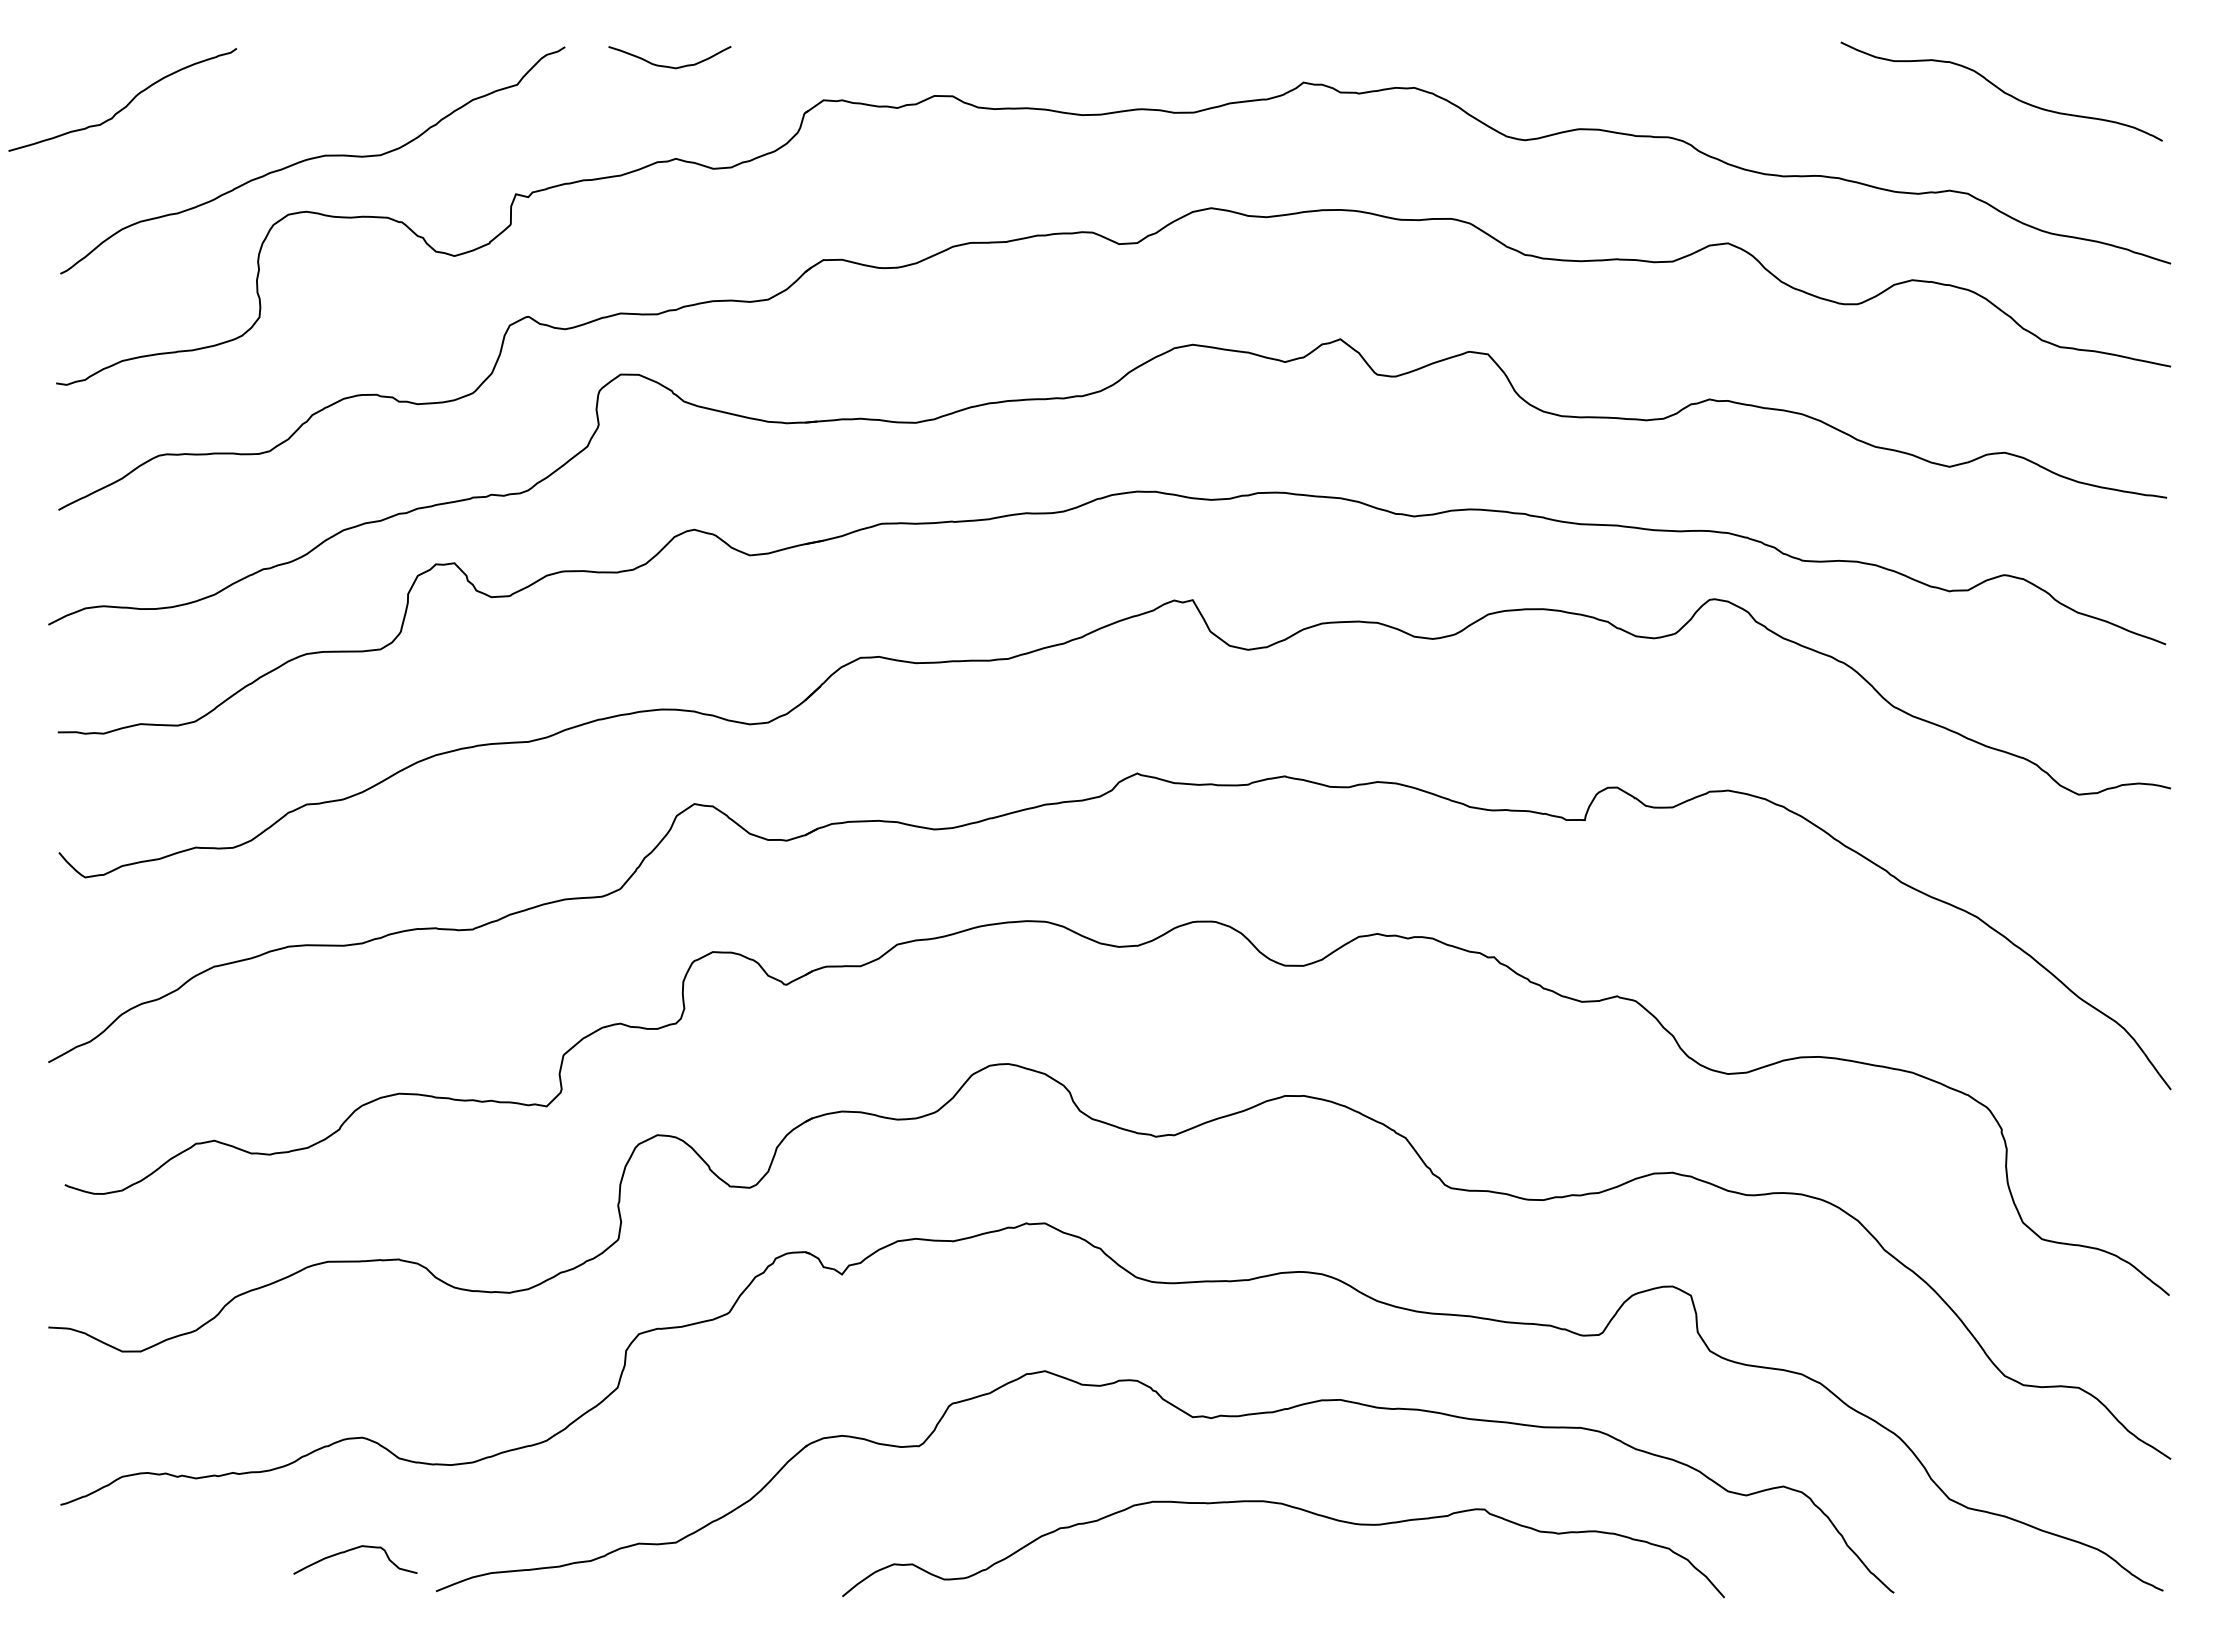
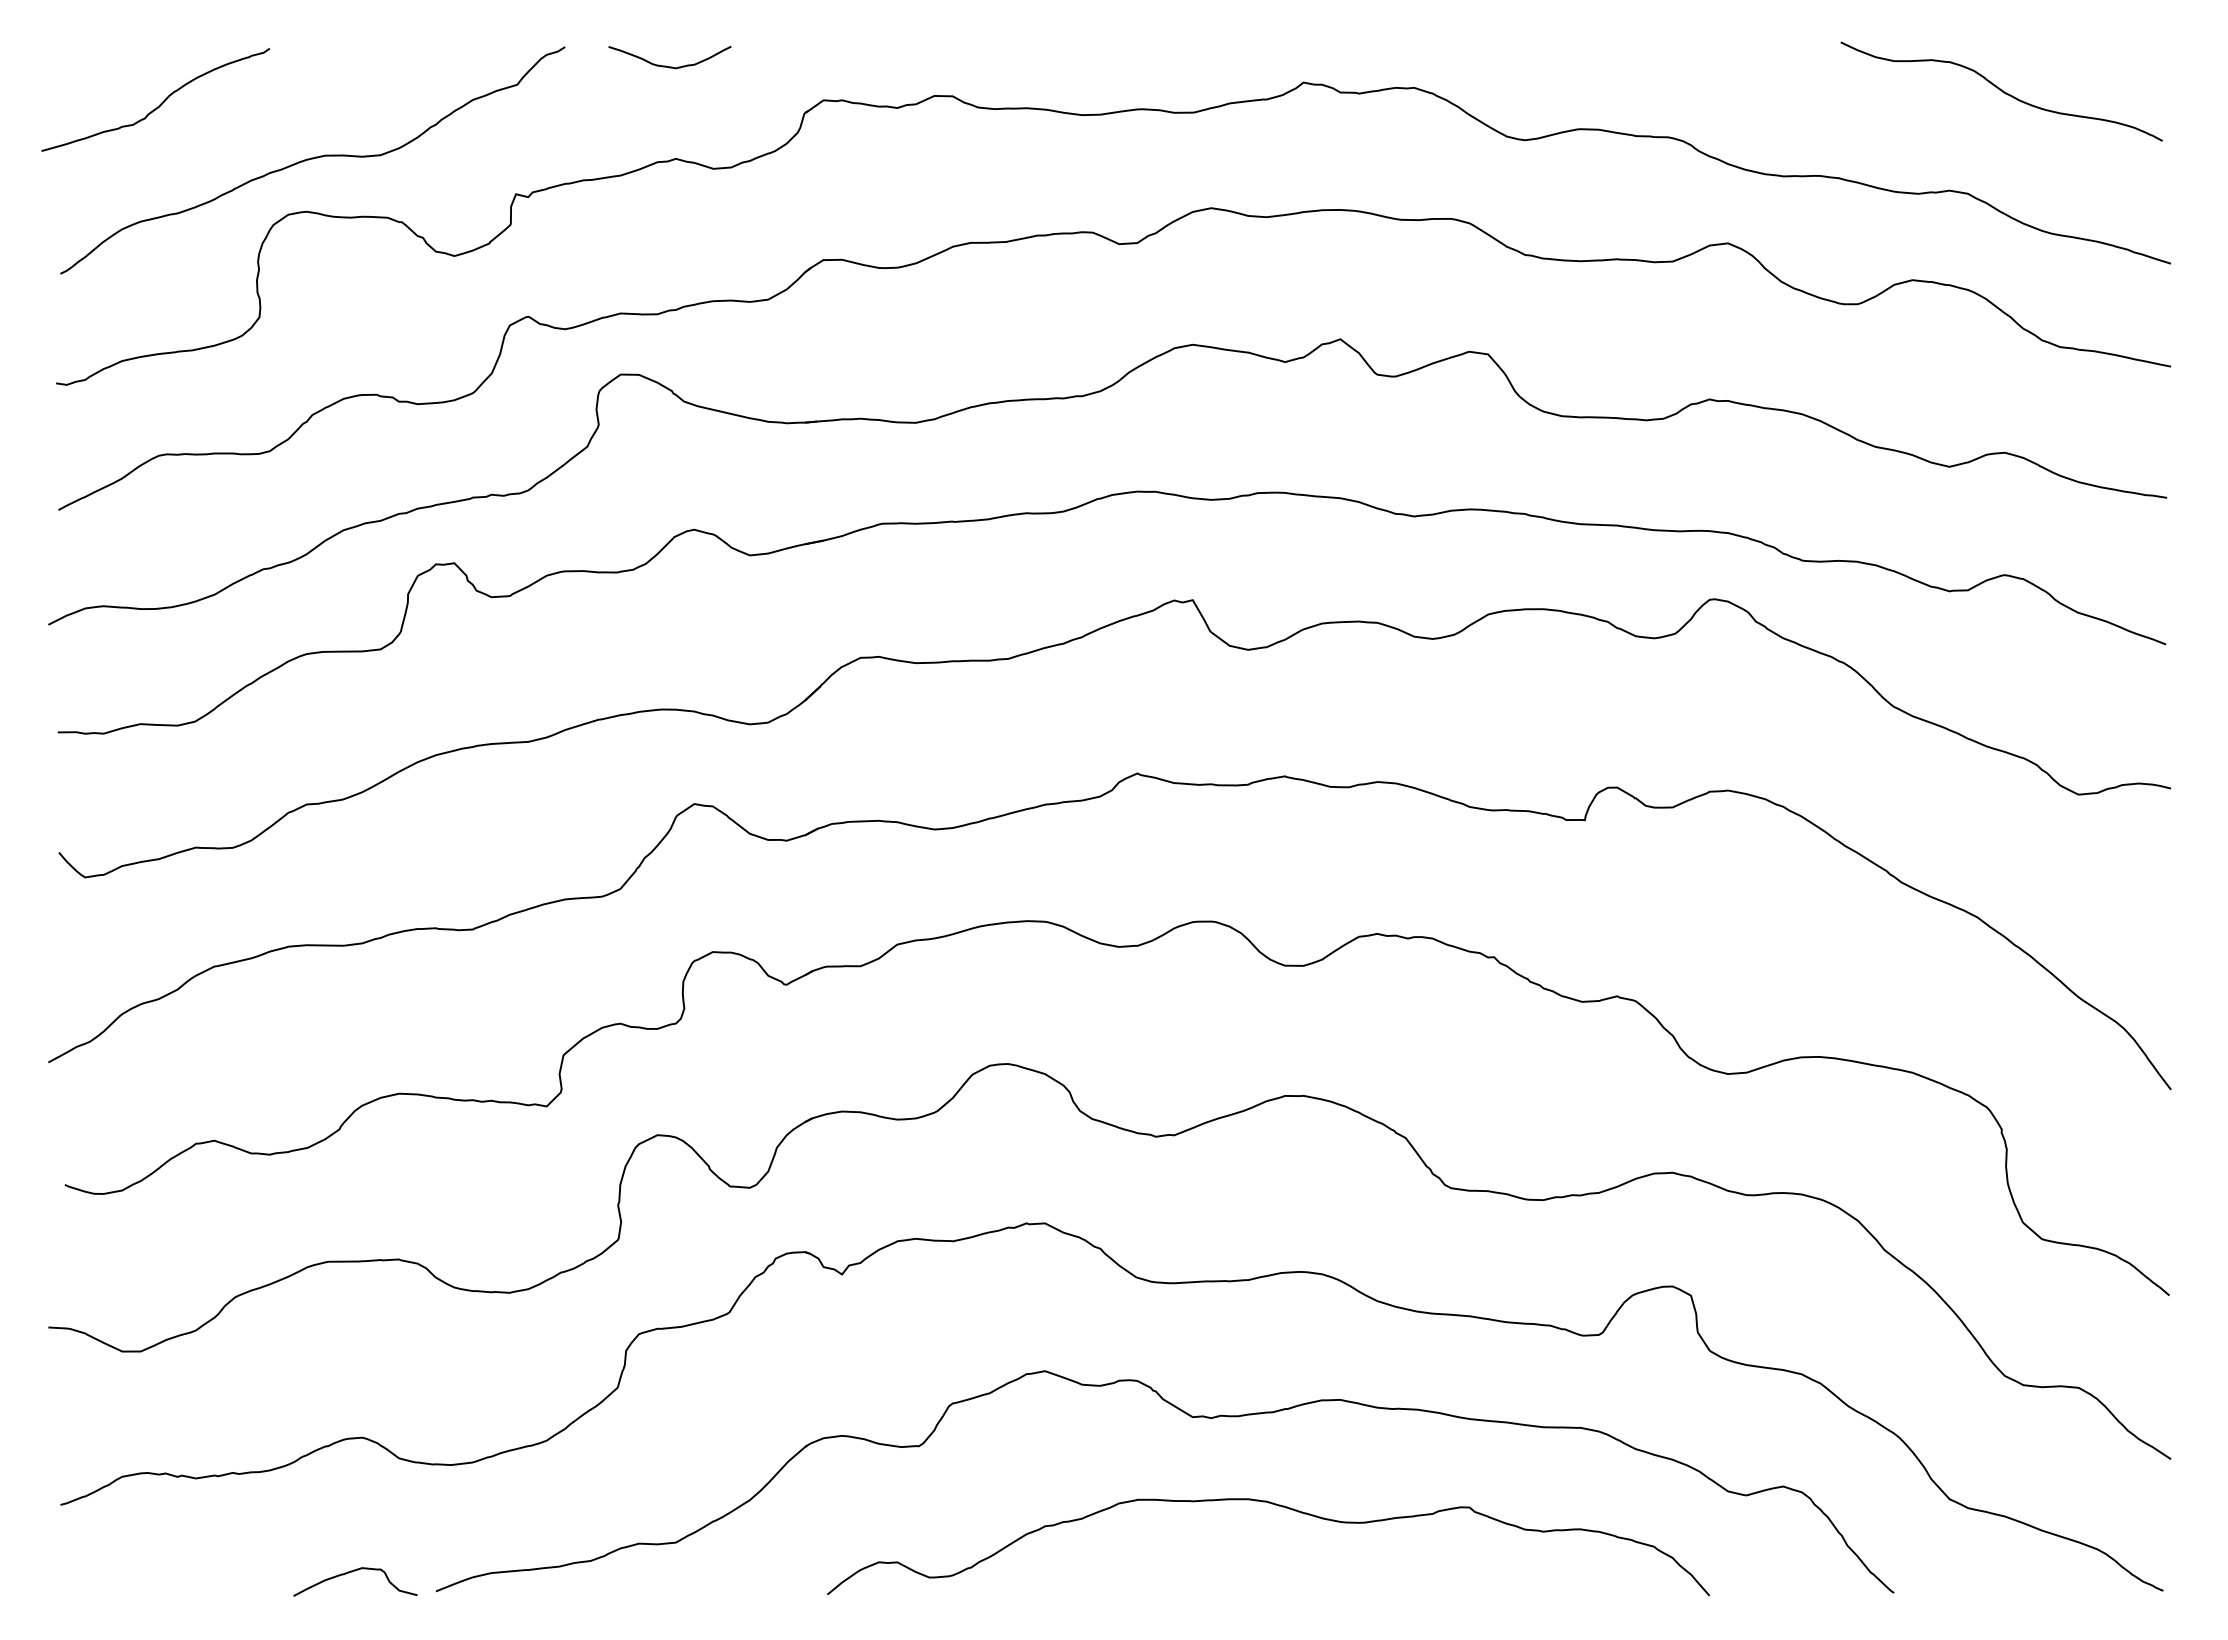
curve at (127, 103) position: (127, 103) -> (160, 103)
curve at (1293, 1508) position: (1293, 1508) -> (1278, 1506)
curve at (352, 1550) position: (352, 1550) -> (352, 1572)
